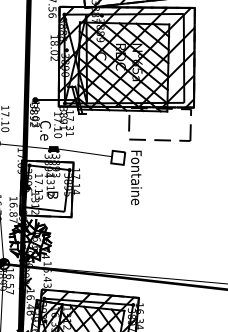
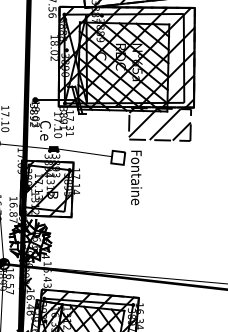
hatch at (159, 124): none -> present
hatch at (46, 188): none -> present
